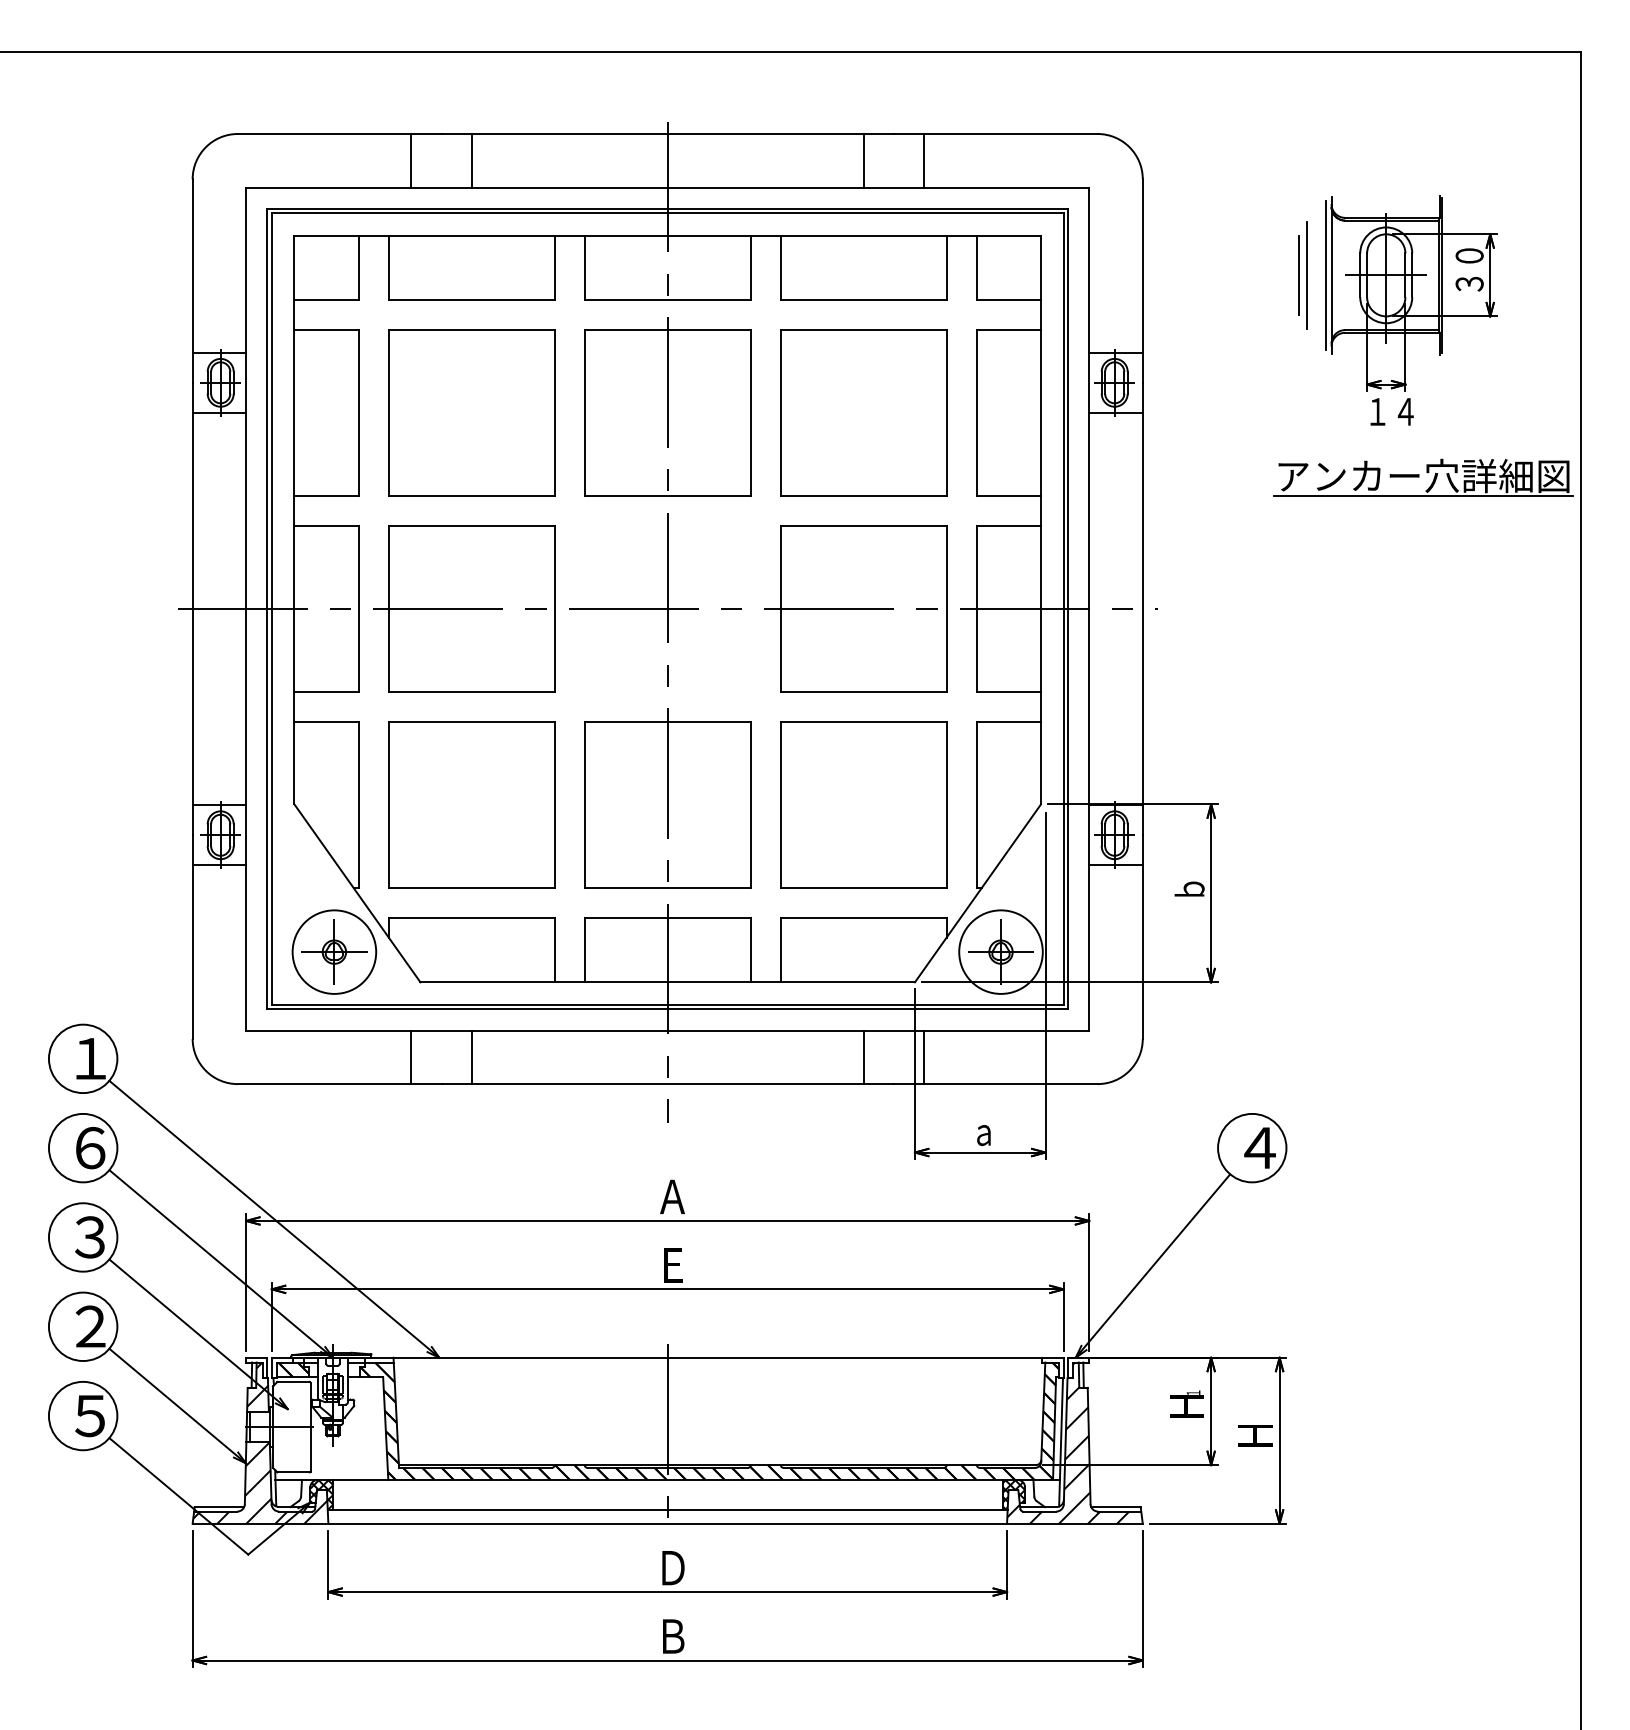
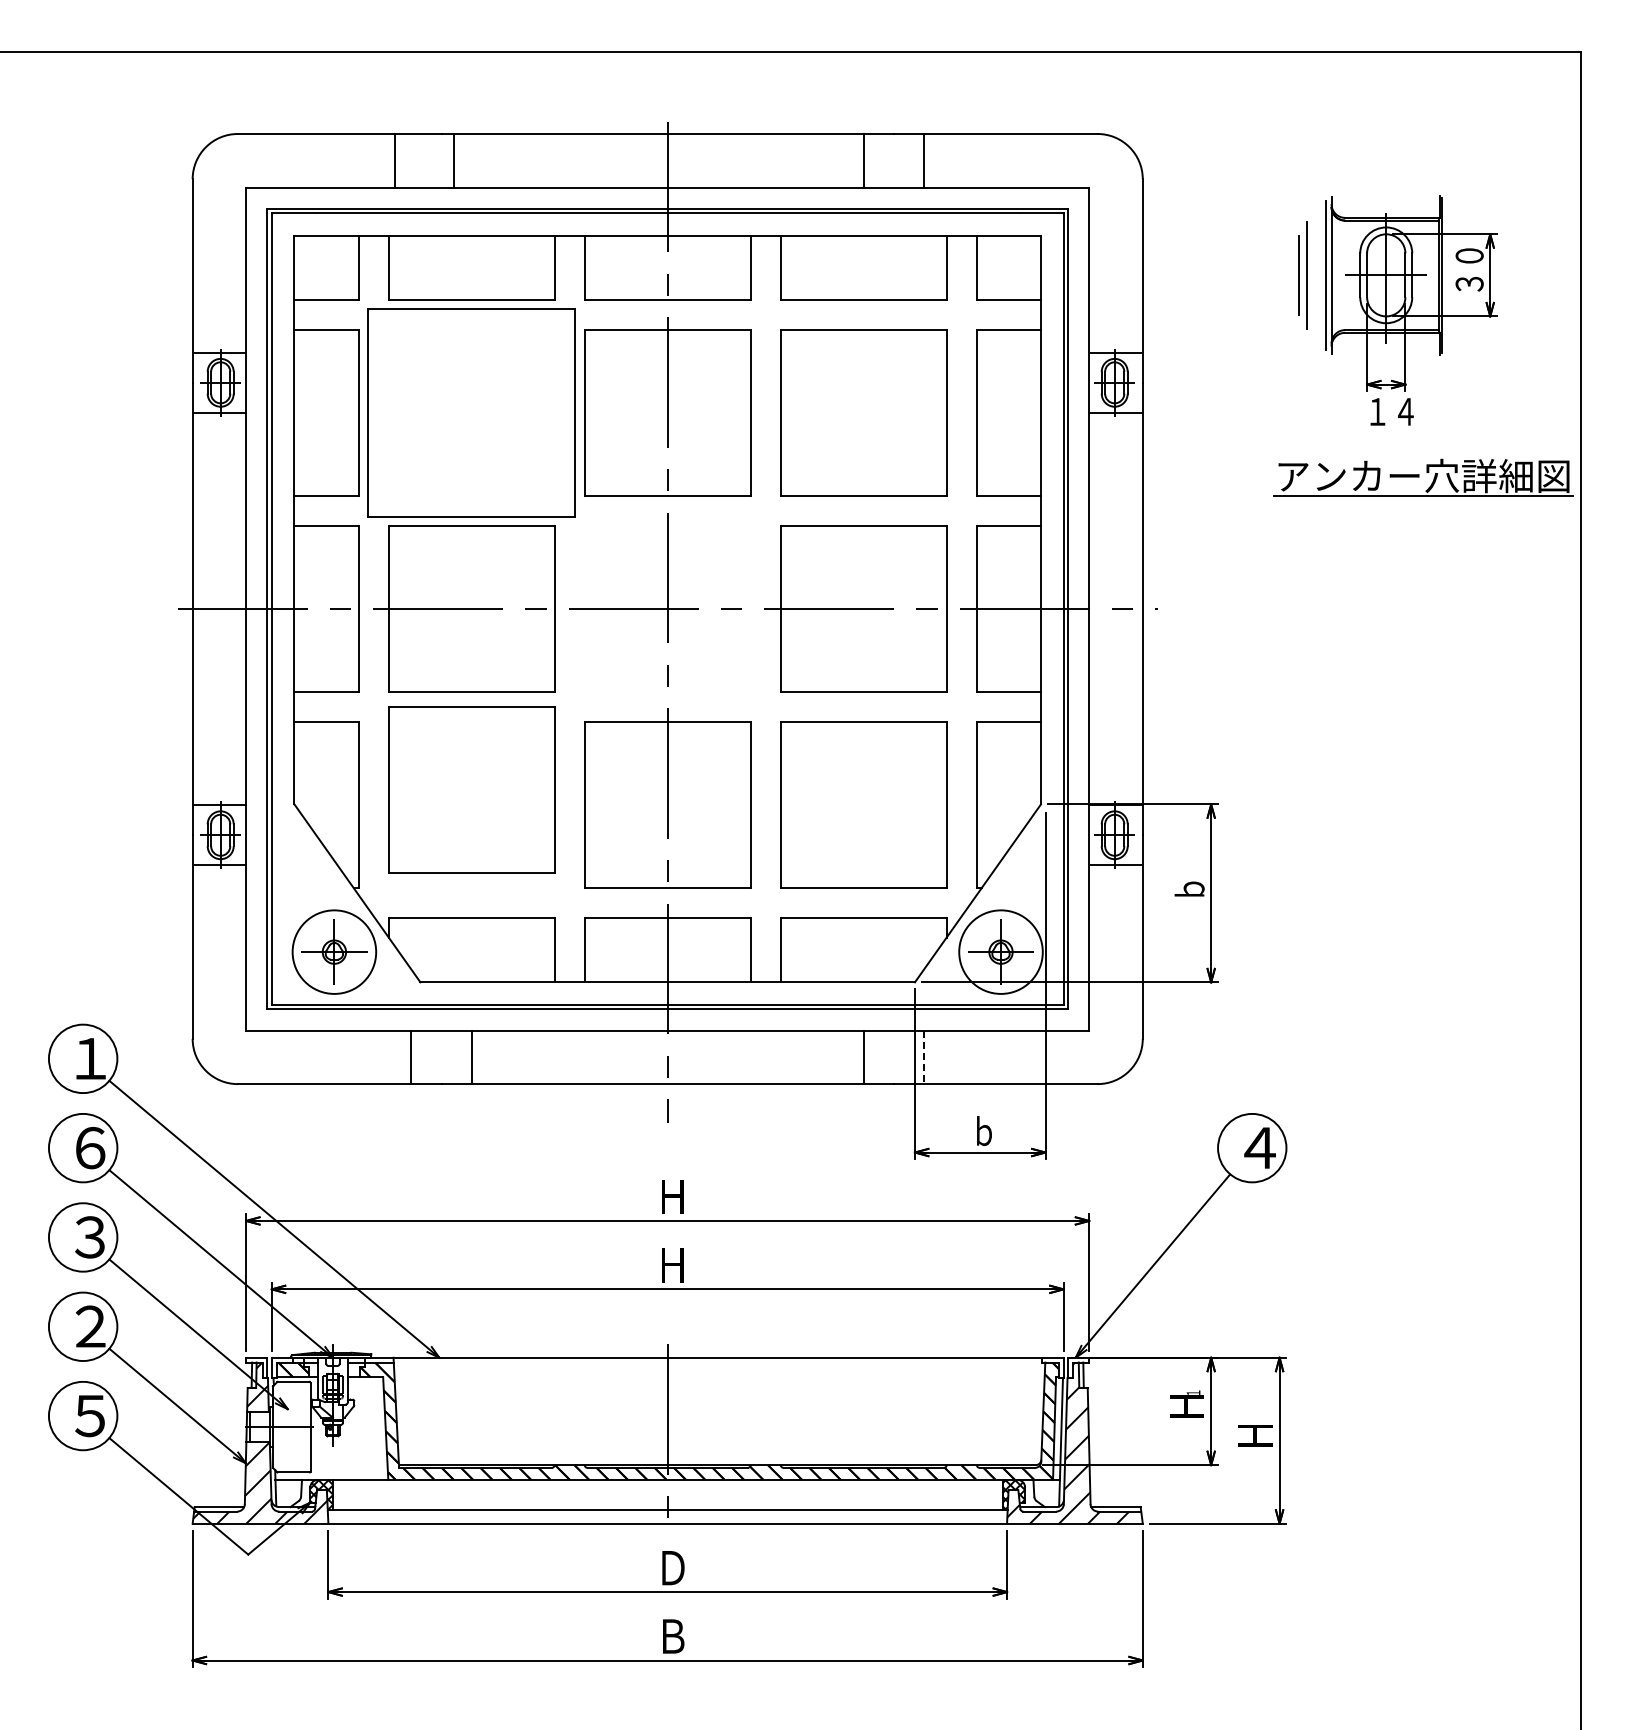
line at (411, 160) position: (411, 160) -> (395, 160)
line at (471, 160) position: (471, 160) -> (453, 160)
part at (471, 412) size: 168x168 px -> 209x210 px
part at (471, 804) position: (471, 804) -> (471, 789)
line at (924, 1057): solid -> dashed
text at (984, 1131): ａ -> ｂ
text at (672, 1196): Ａ -> Ｈ
text at (672, 1265): Ｅ -> Ｈ
